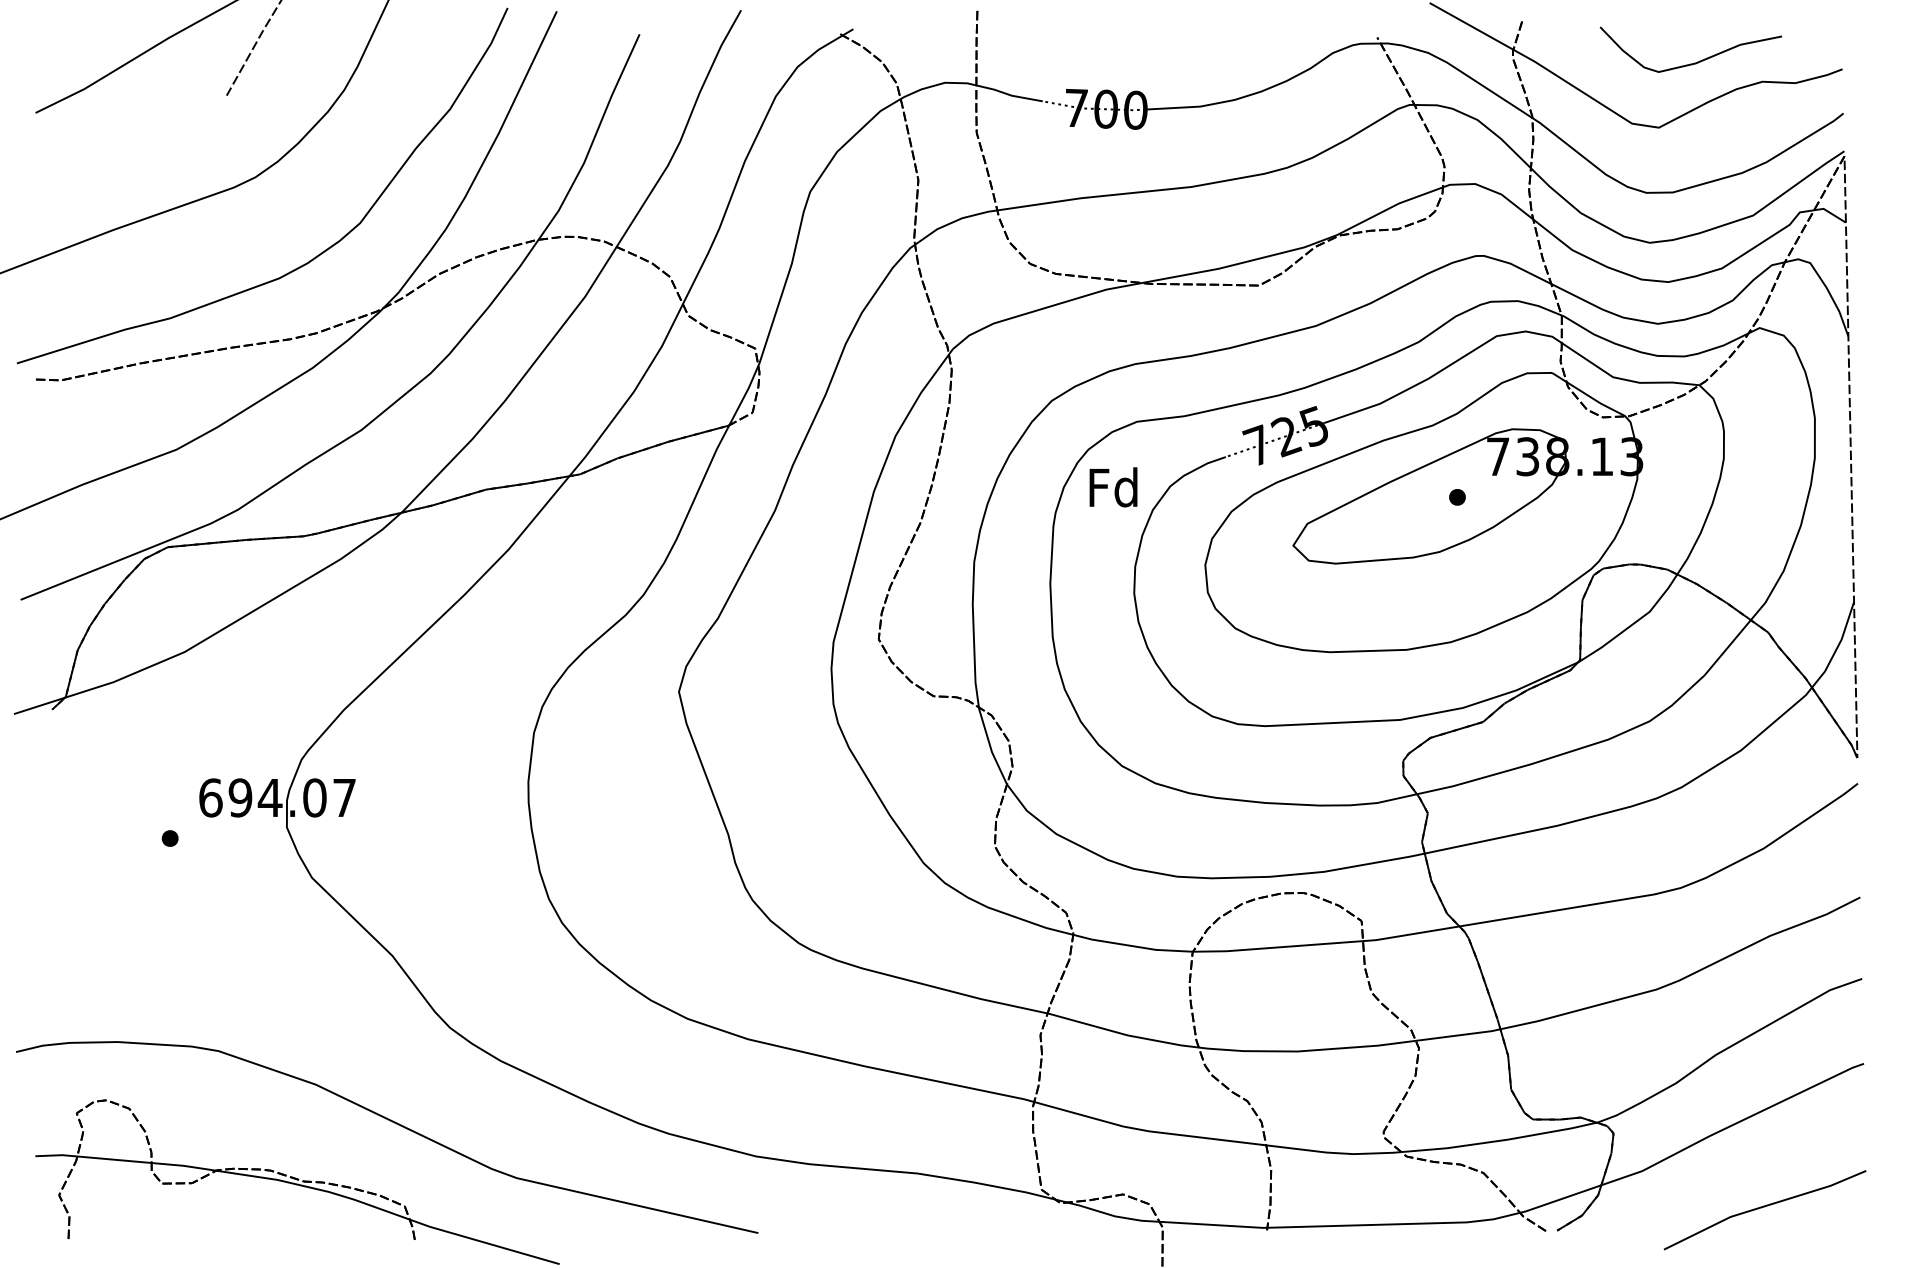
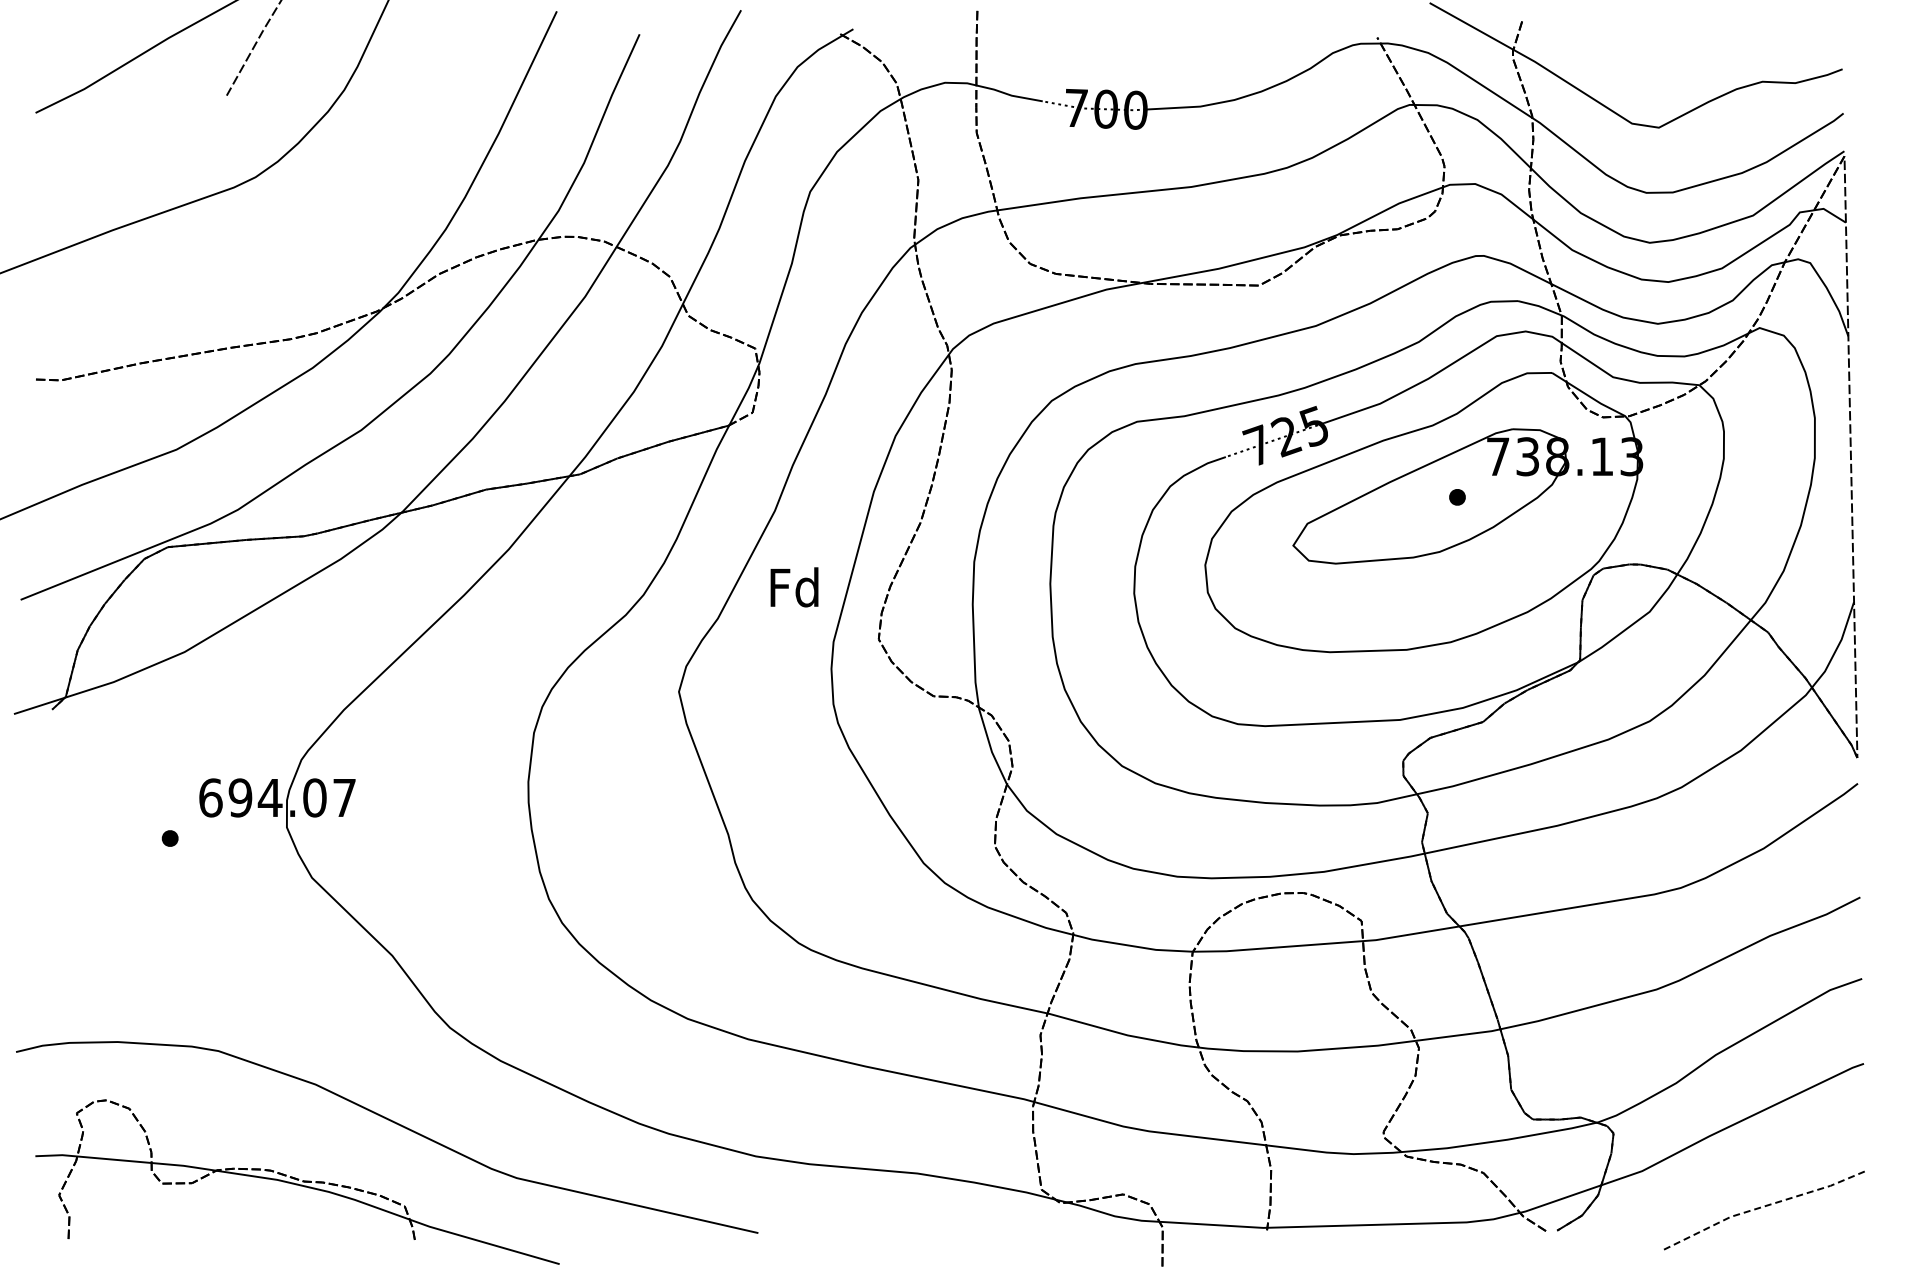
curve at (1694, 62): present -> none
curve at (316, 255): present -> none
text at (1113, 487) position: (1113, 487) -> (794, 587)
line at (1763, 1206): solid -> dashed
